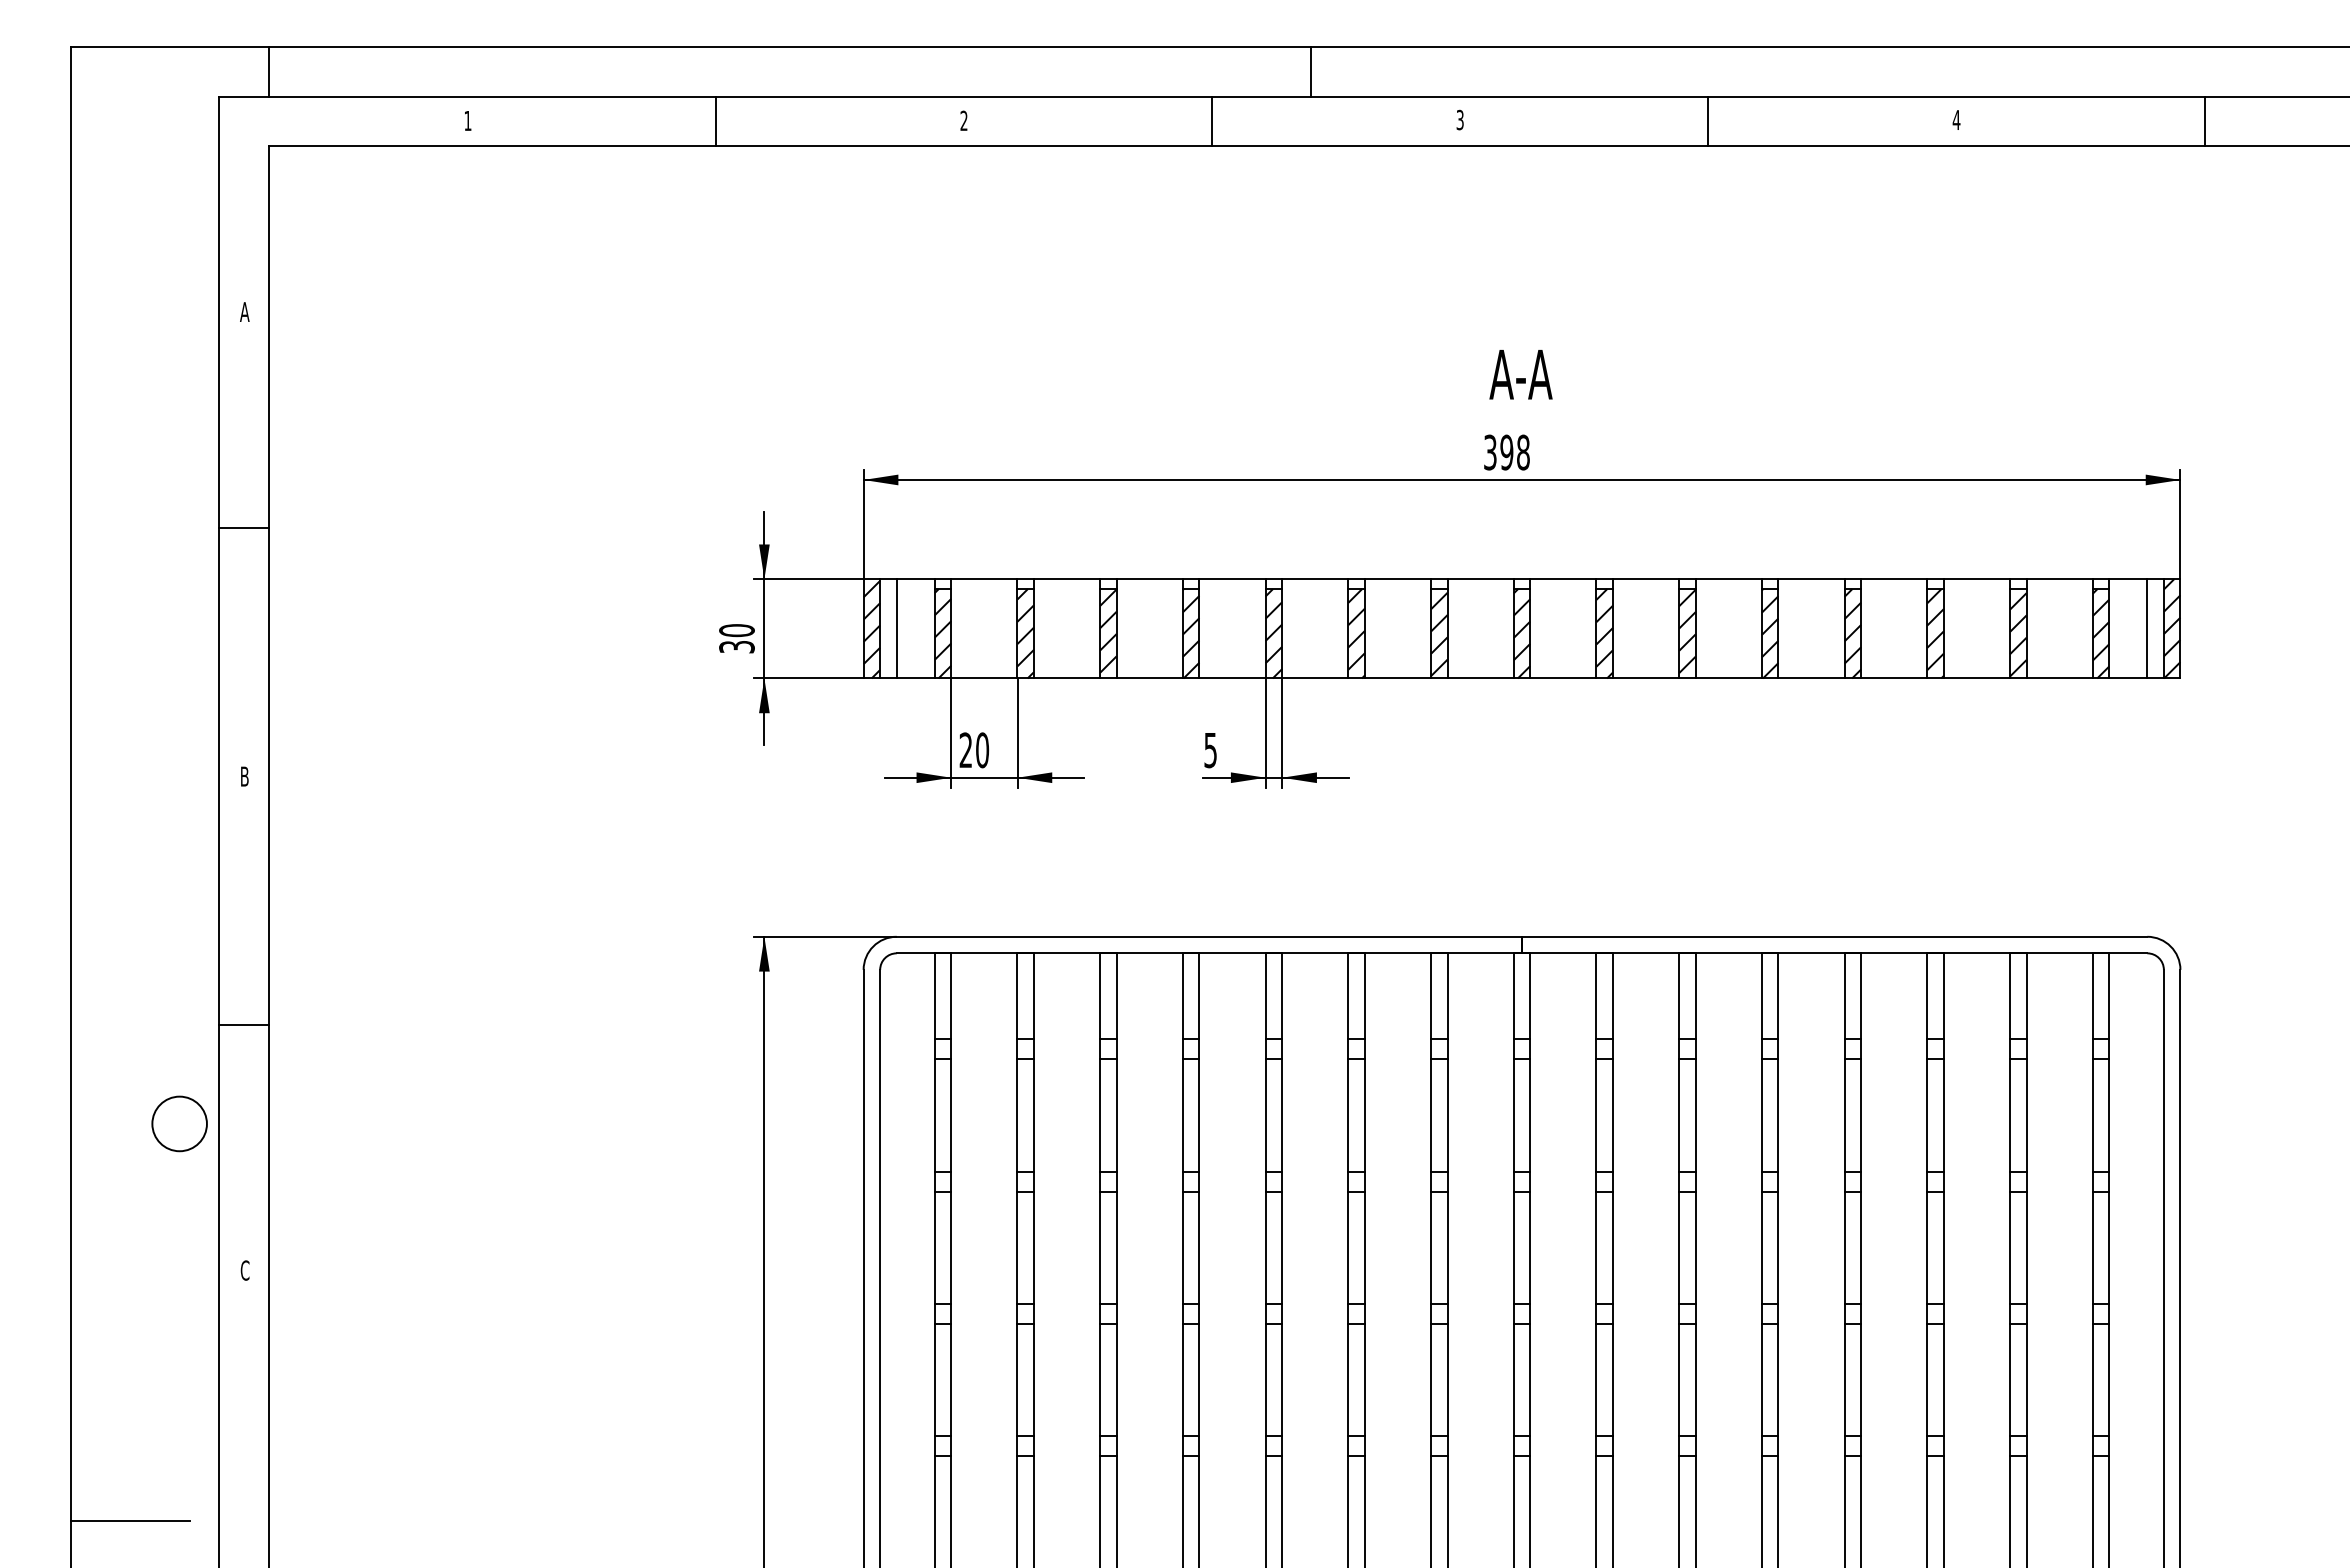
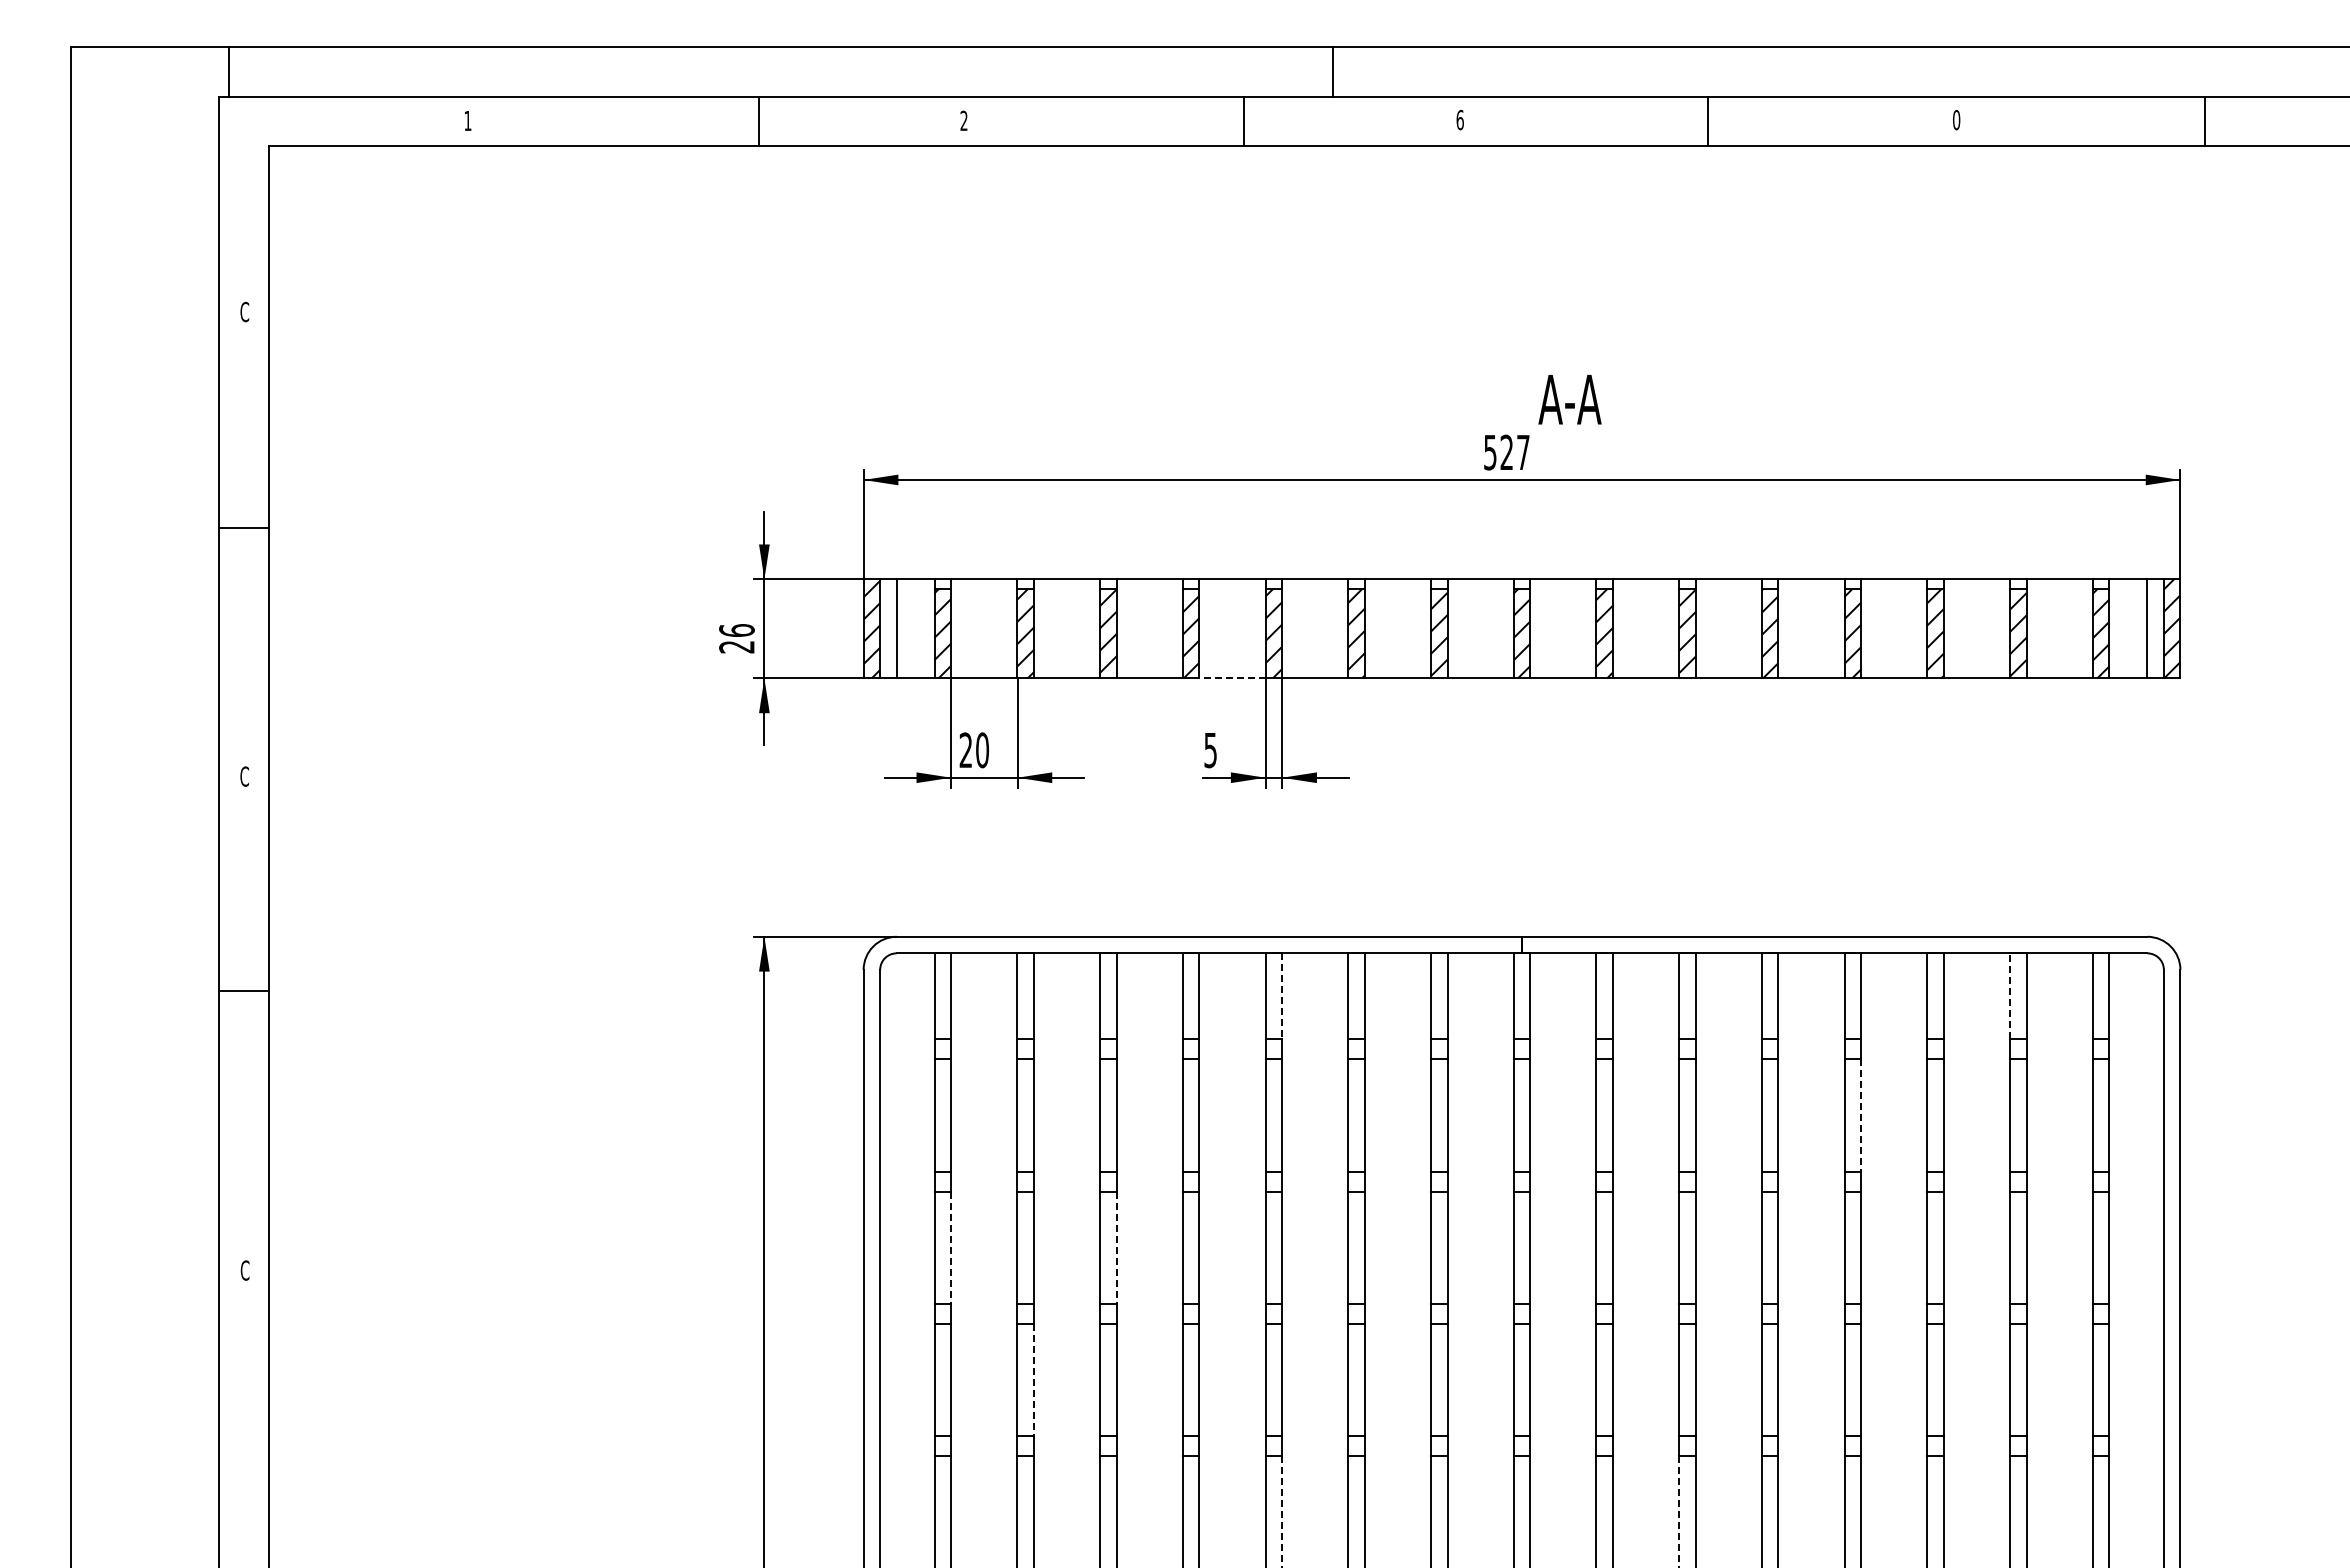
line at (269, 71) position: (269, 71) -> (229, 71)
line at (1311, 71) position: (1311, 71) -> (1333, 71)
text at (1459, 119): 3 -> 6
text at (1956, 119): 4 -> 0
line at (715, 121) position: (715, 121) -> (758, 121)
line at (1211, 121) position: (1211, 121) -> (1243, 121)
text at (244, 311): A -> C
text at (1520, 374) position: (1520, 374) -> (1569, 399)
text at (1506, 452): 398 -> 527
text at (736, 638): 30 -> 26
line at (1232, 678): solid -> dashed
text at (244, 776): B -> C
line at (2010, 995): solid -> dashed
line at (1282, 996): solid -> dashed
line at (244, 1024) position: (244, 1024) -> (244, 990)
line at (1861, 1115): solid -> dashed
circle at (179, 1123): present -> none
line at (951, 1248): solid -> dashed
line at (1116, 1248): solid -> dashed
line at (1034, 1380): solid -> dashed
line at (1282, 1511): solid -> dashed
line at (1679, 1511): solid -> dashed
line at (129, 1520): present -> none
